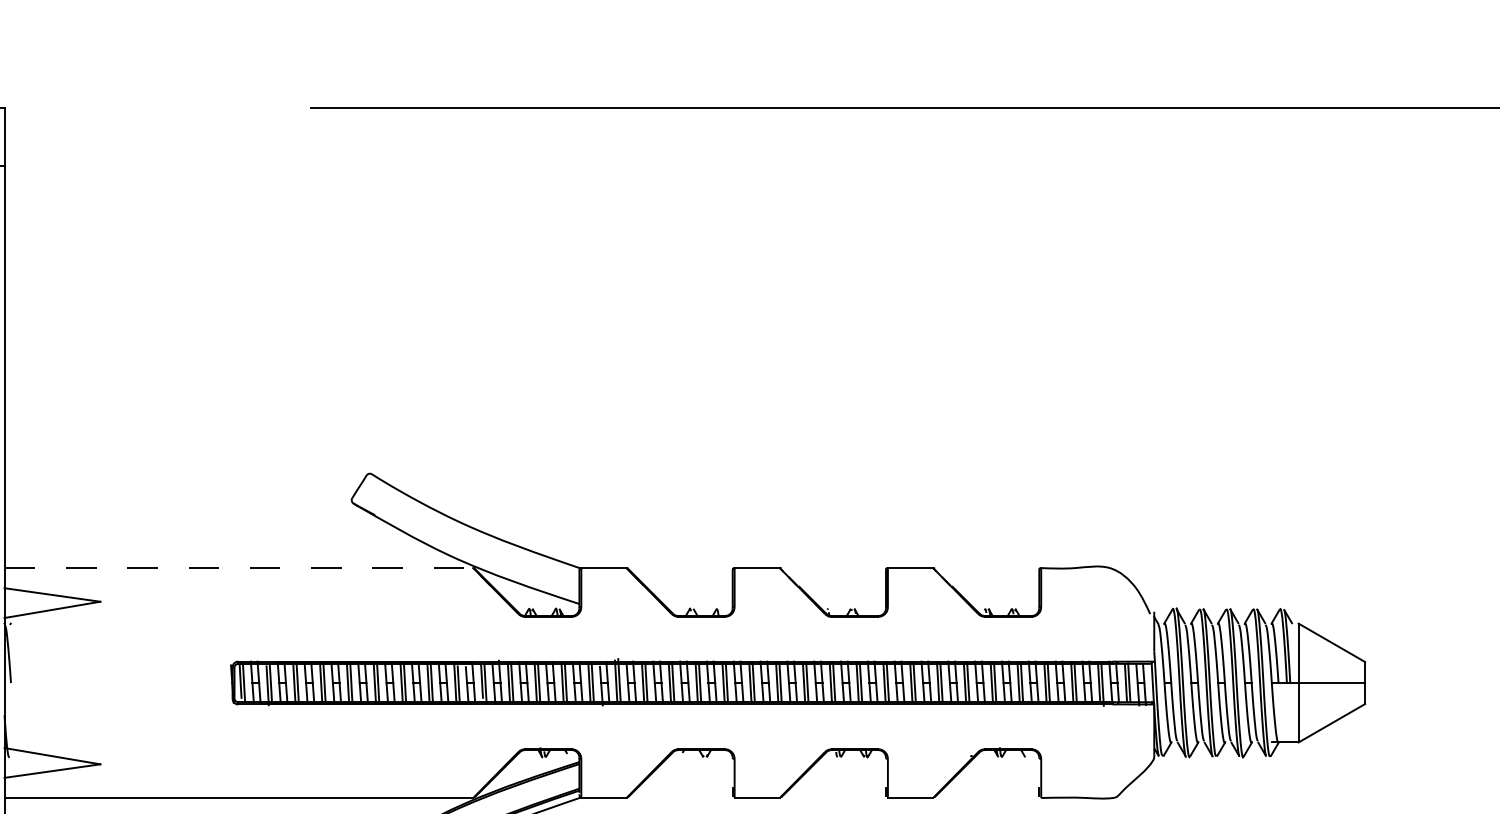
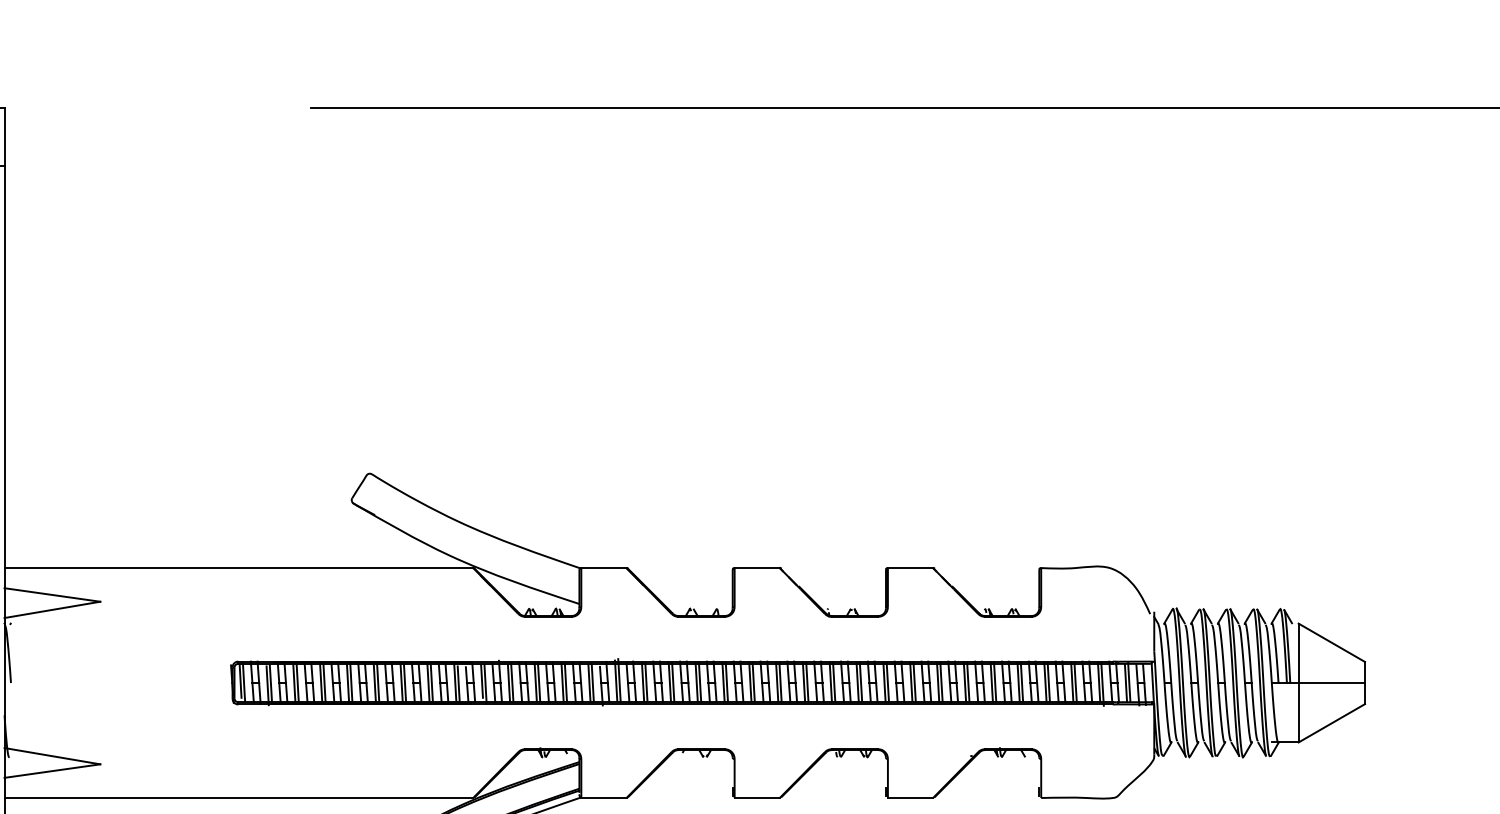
line at (239, 568): dashed -> solid
